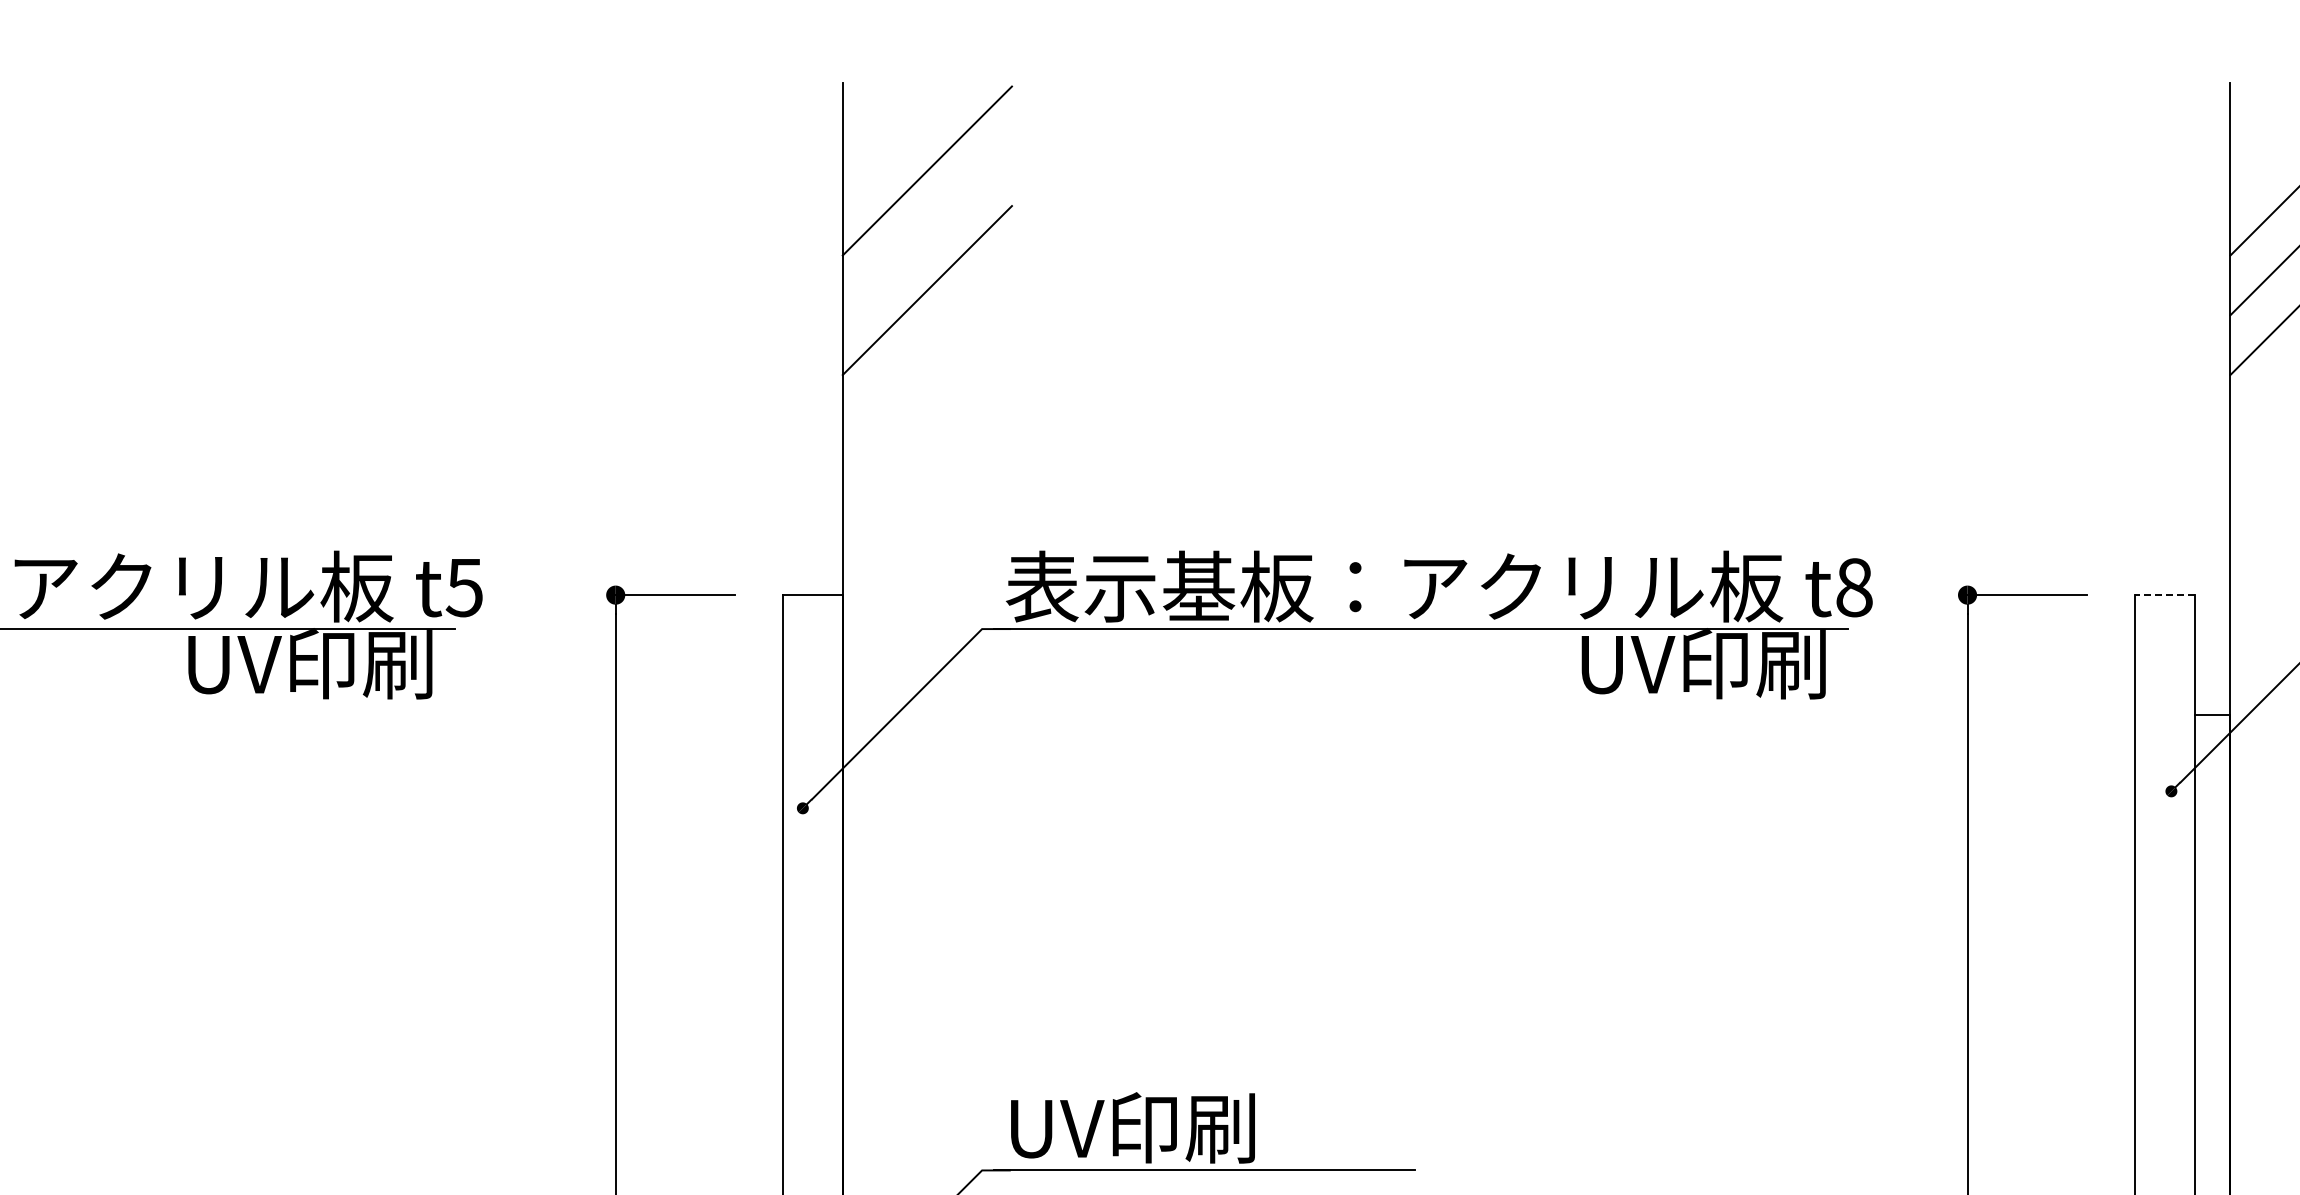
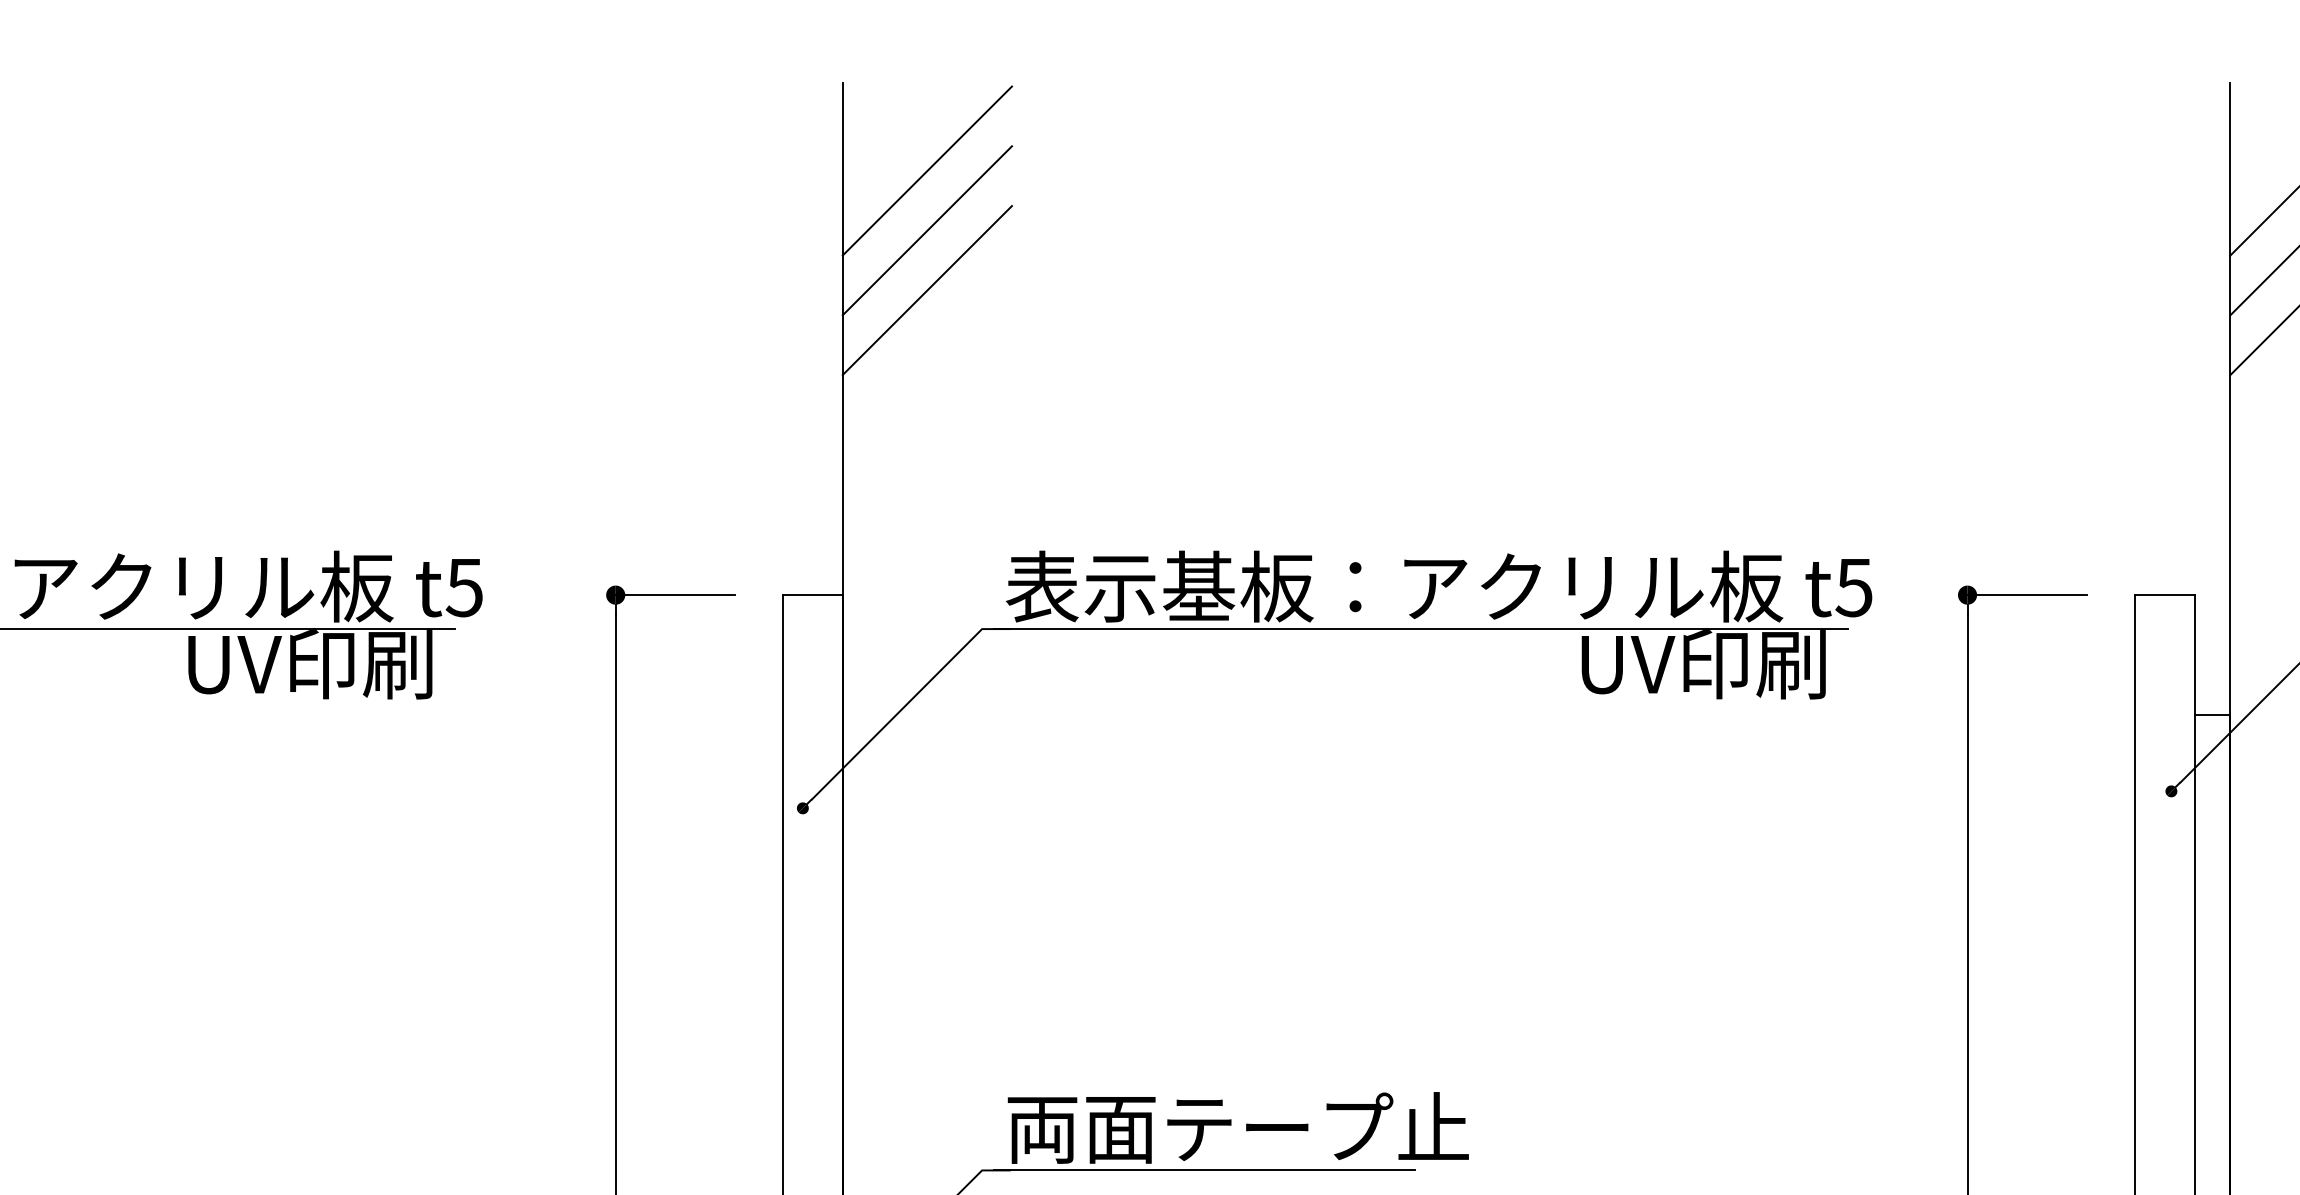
line at (926, 230): none -> present
text at (1853, 587): t8 -> t5
line at (2164, 595): dashed -> solid
text at (1237, 1127): UV印刷 -> 両面テープ止
